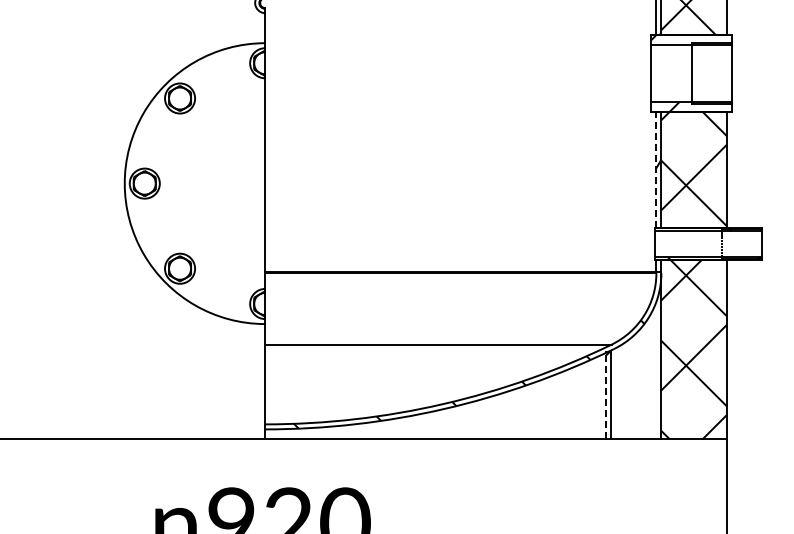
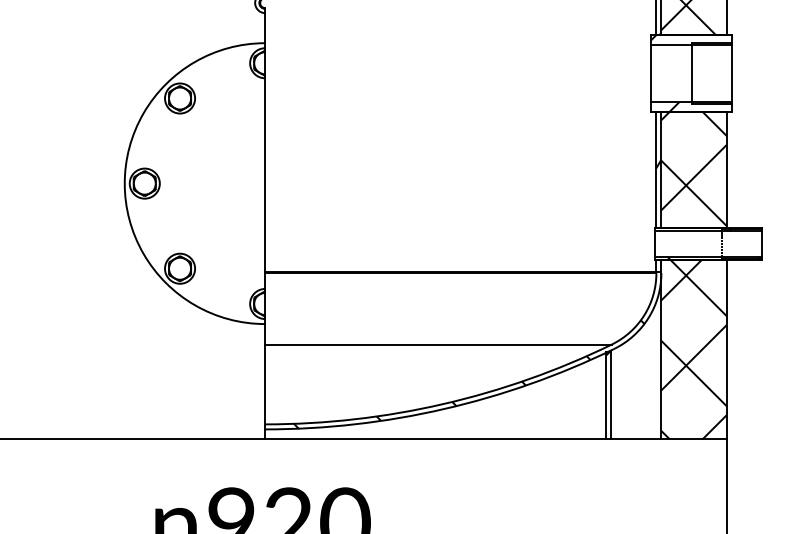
line at (656, 169): dashed -> solid
line at (606, 395): dashed -> solid
